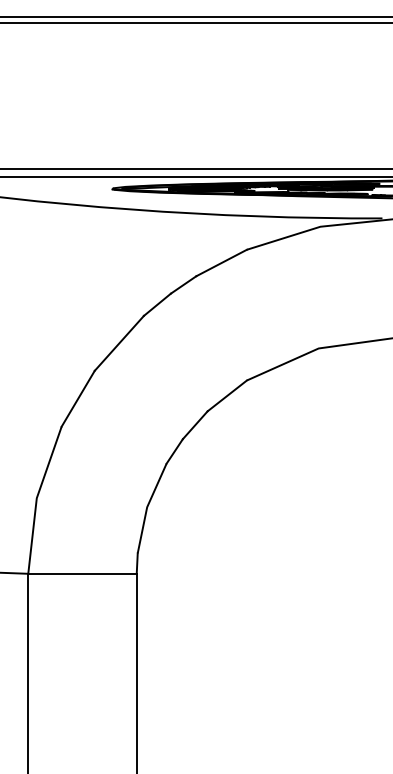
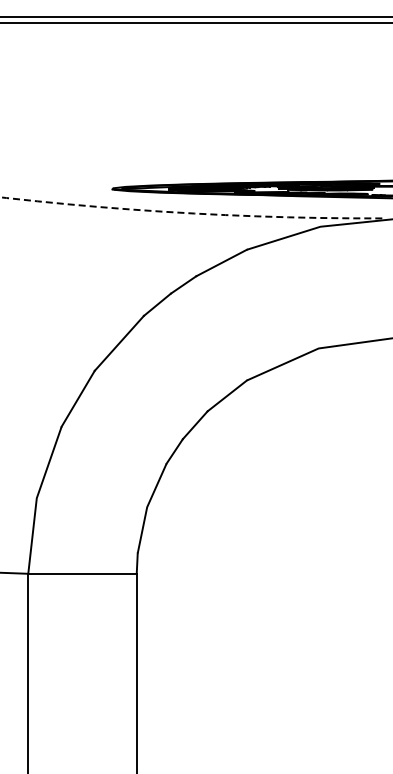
line at (195, 169): present -> none
line at (195, 177): present -> none
arc at (191, 213): solid -> dashed
